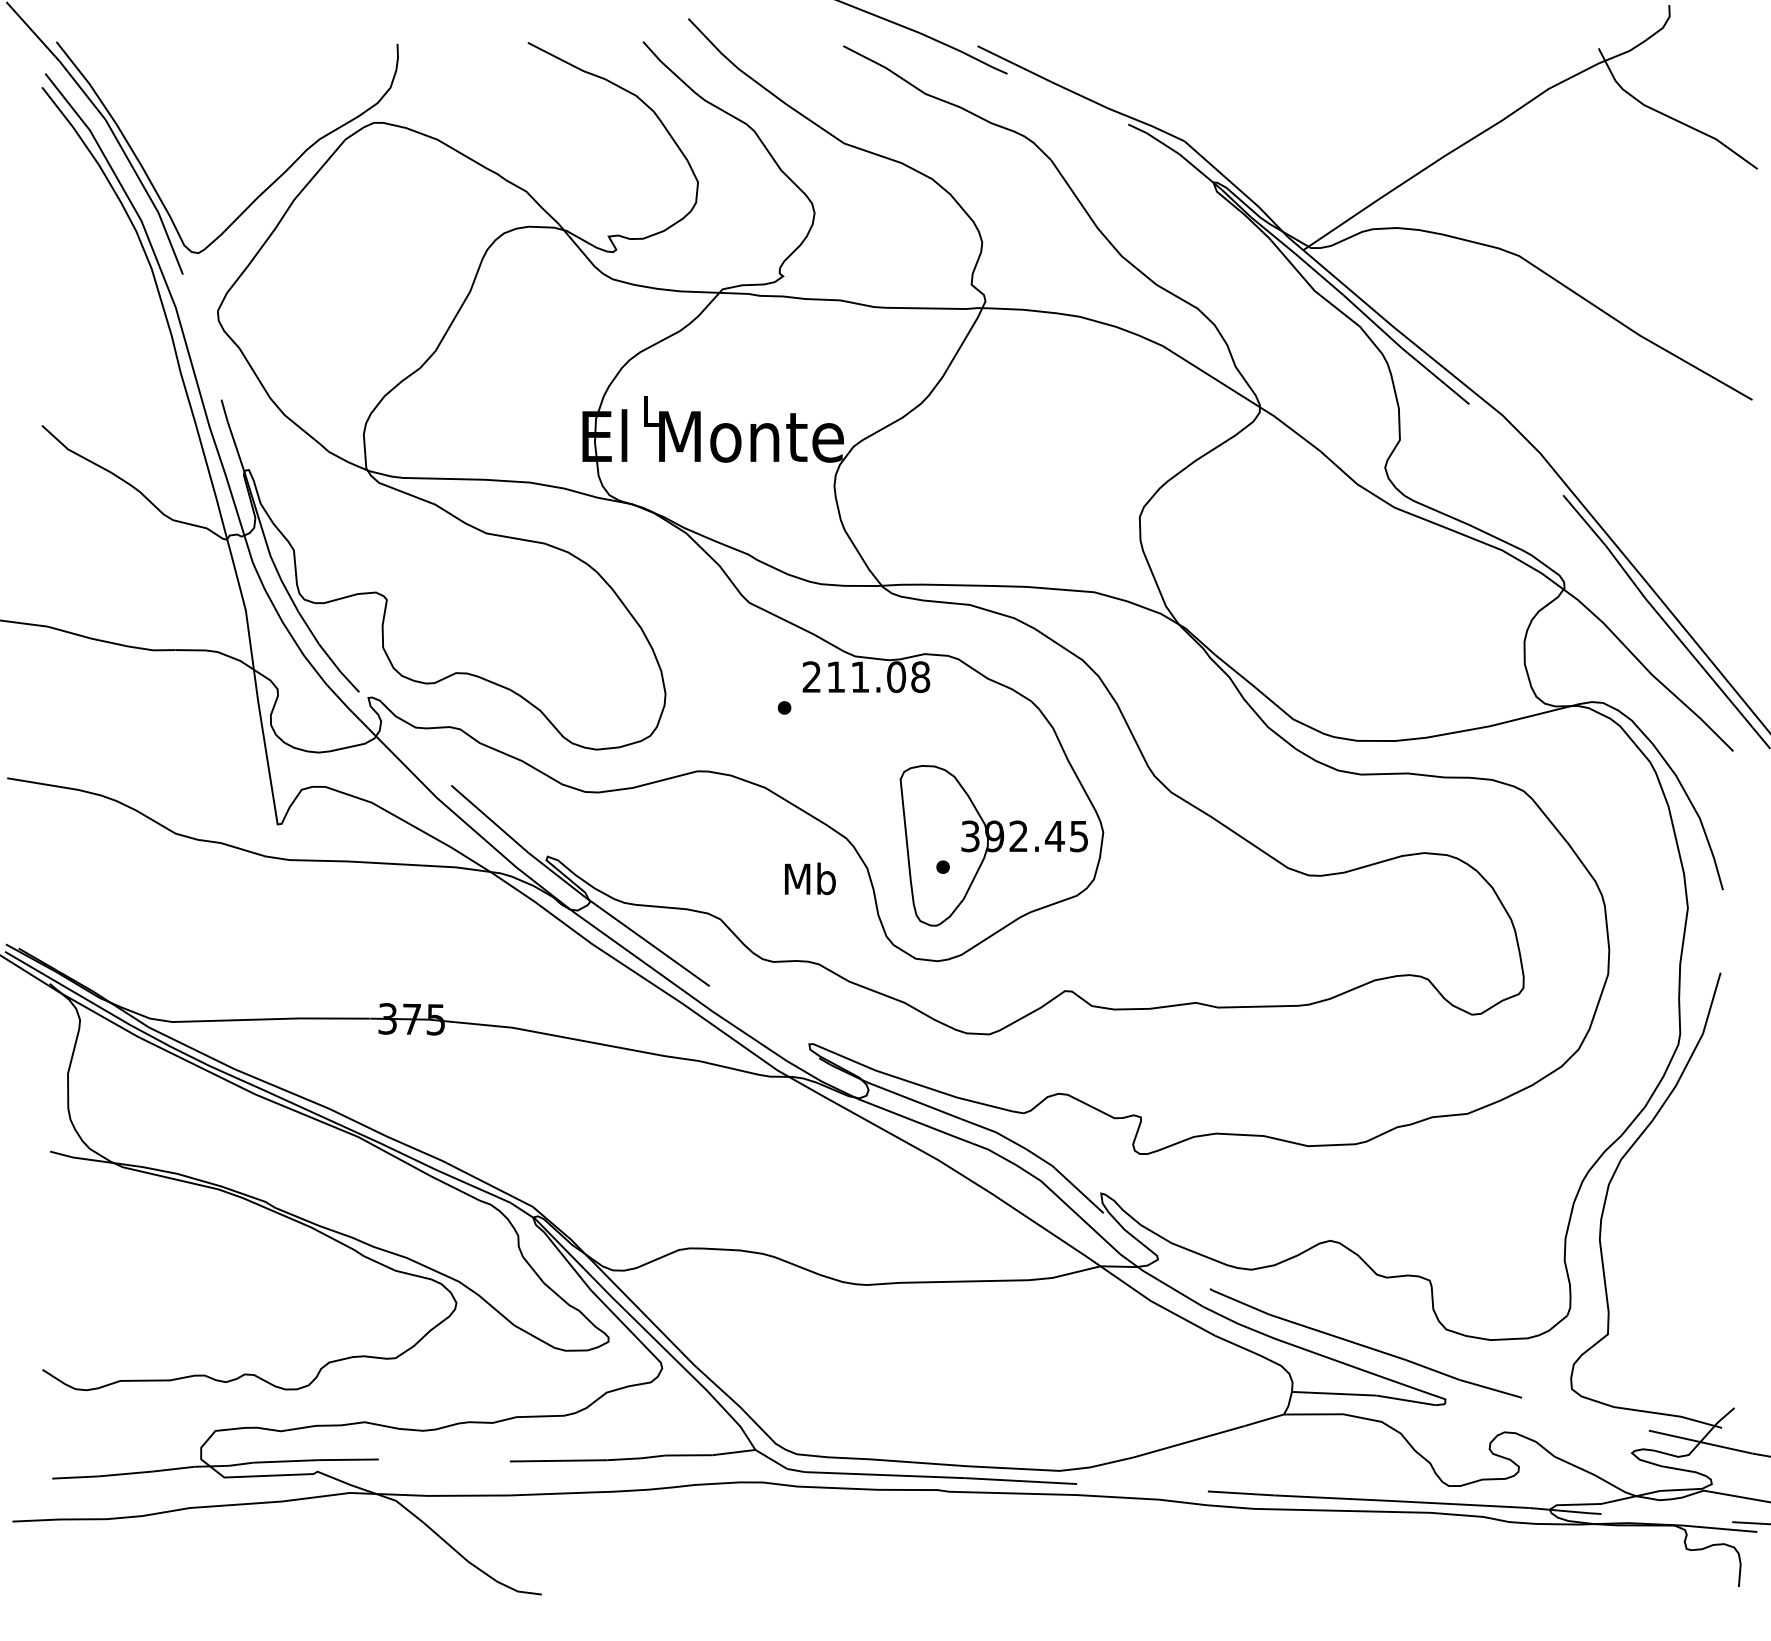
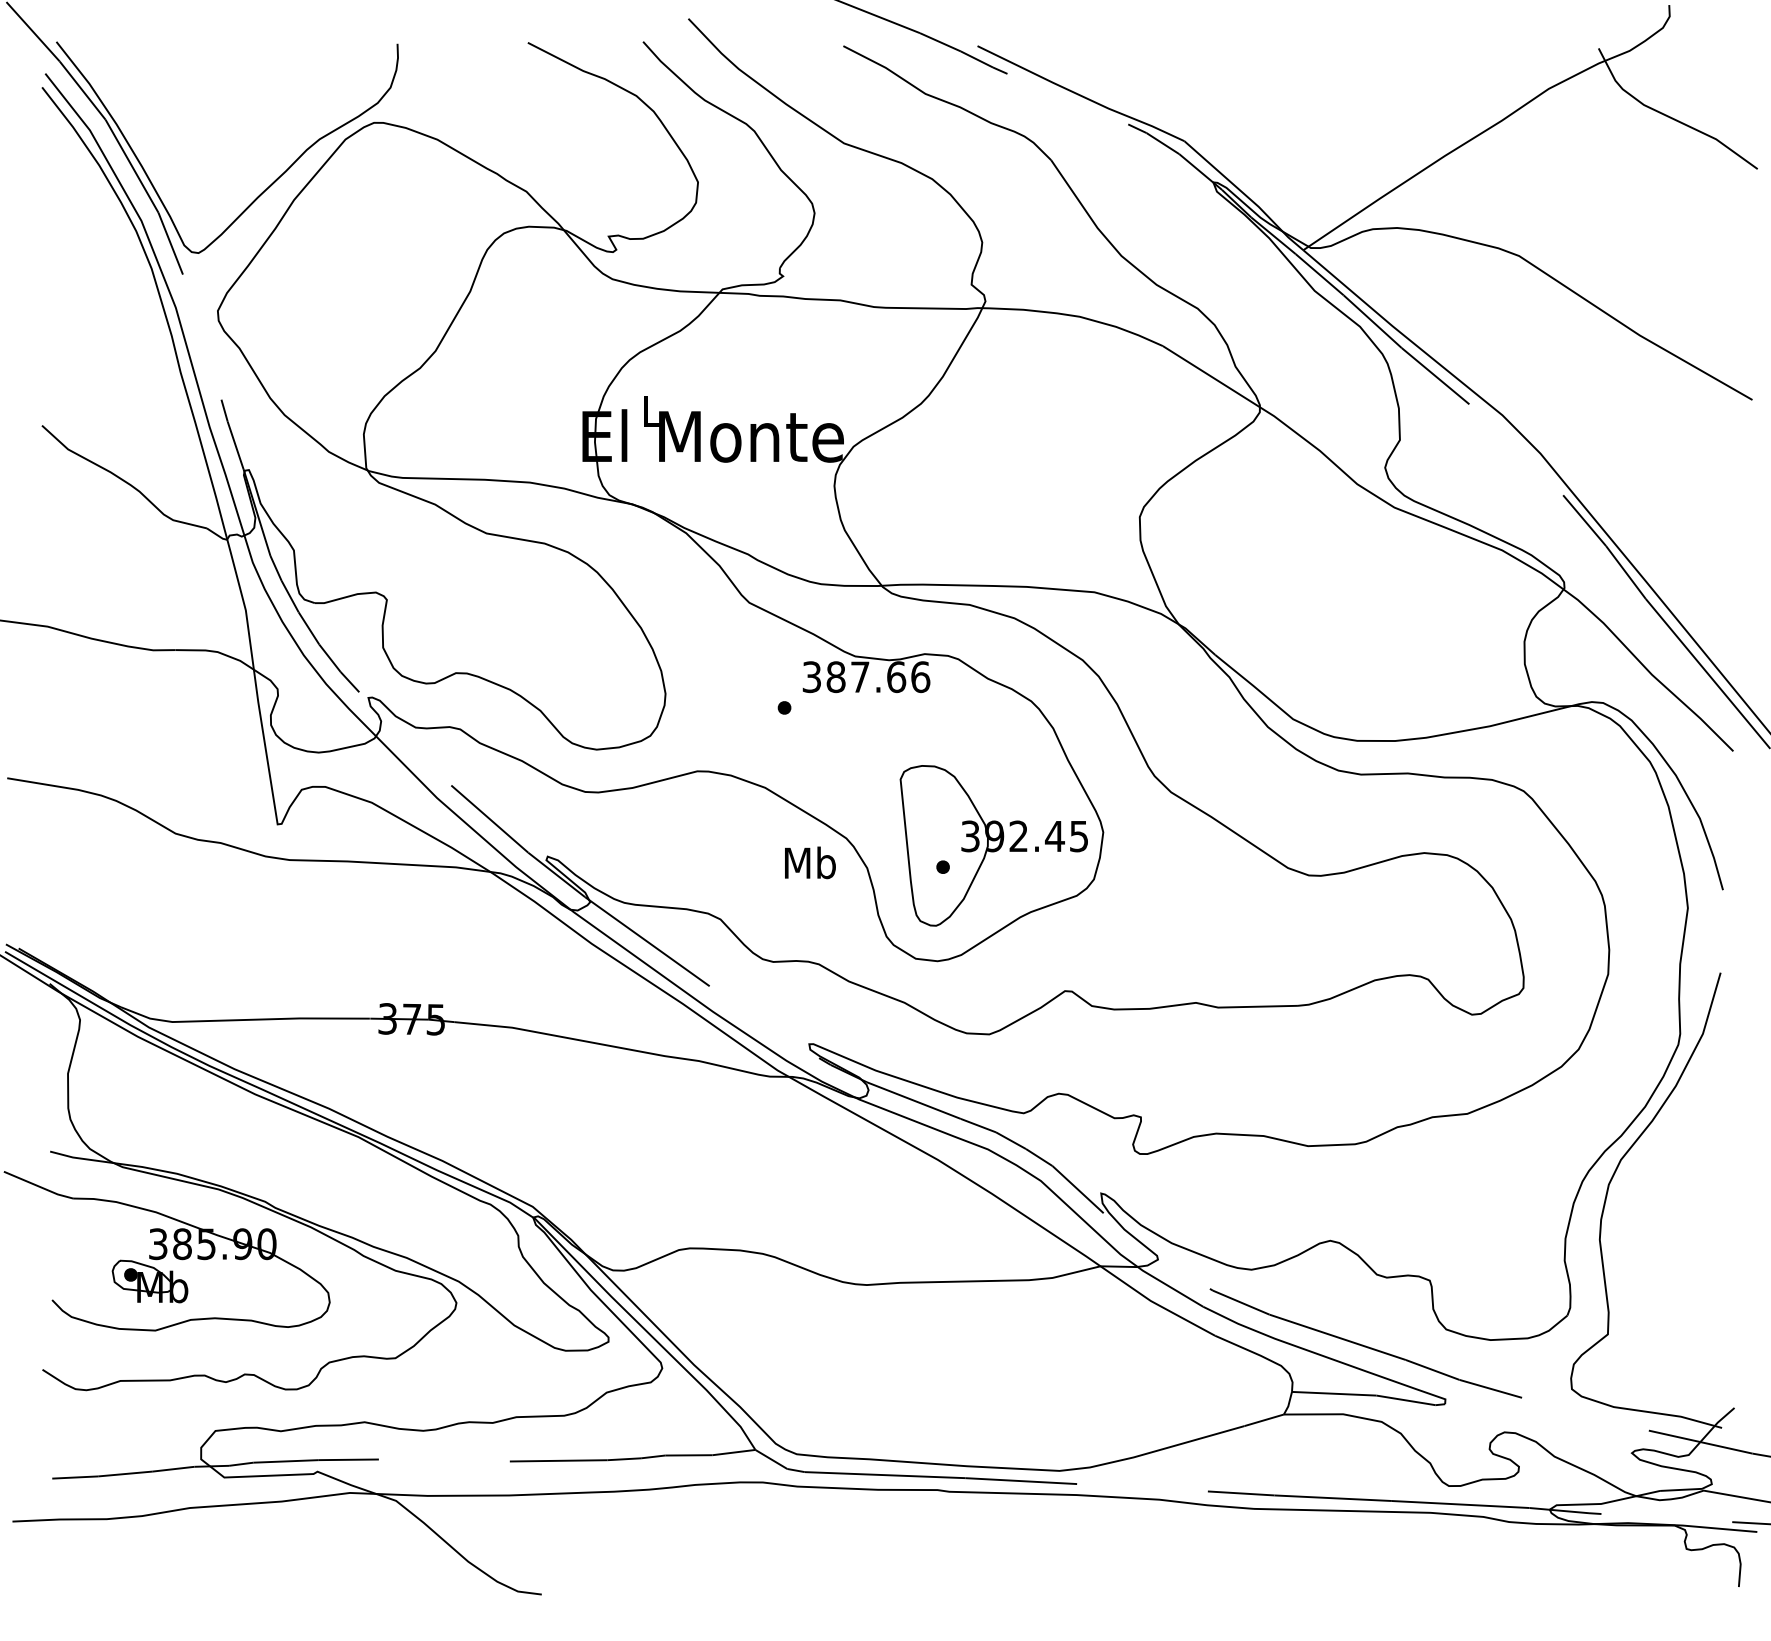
text at (866, 677): 211.08 -> 387.66
text at (810, 878) position: (810, 878) -> (810, 862)
part at (166, 1251): none -> present
